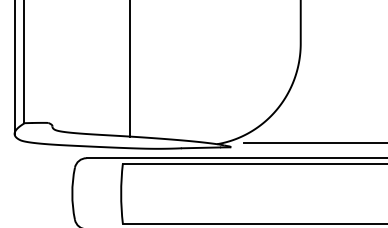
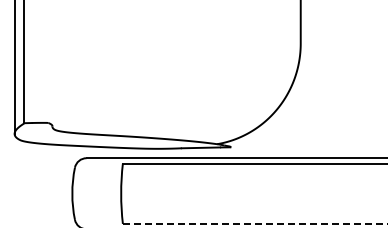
line at (129, 69): present -> none
line at (313, 142): present -> none
line at (255, 223): solid -> dashed
